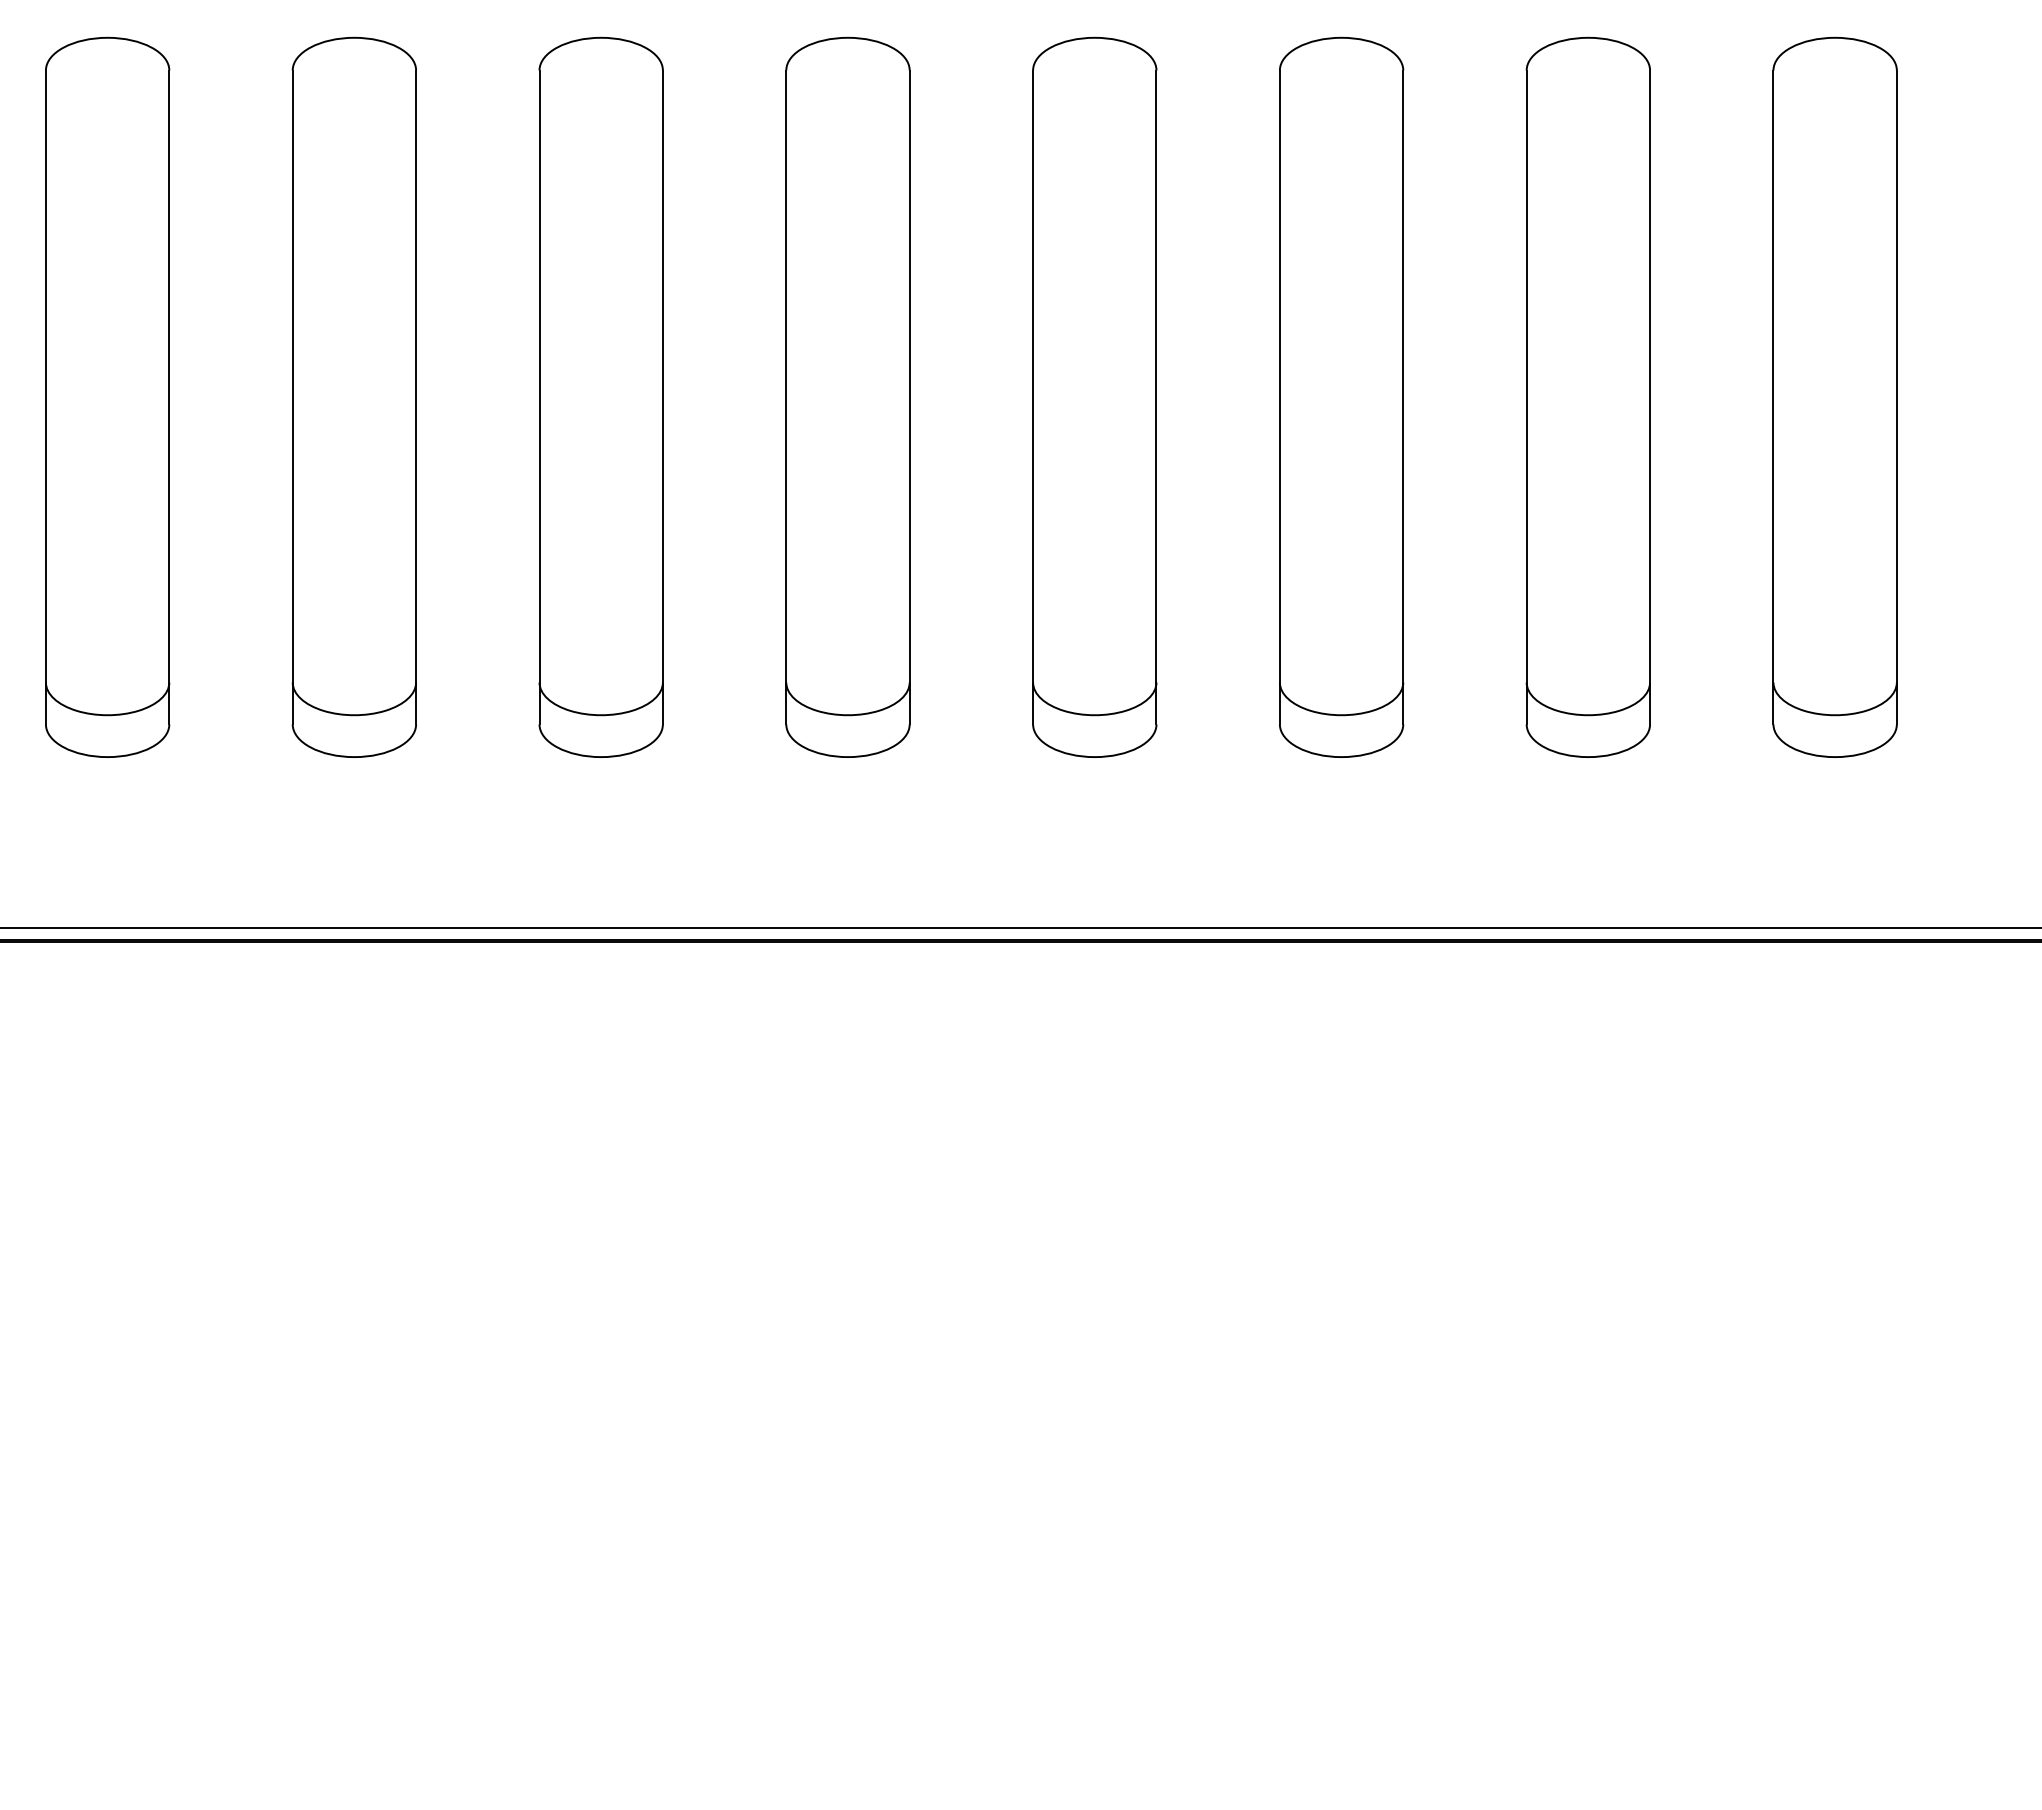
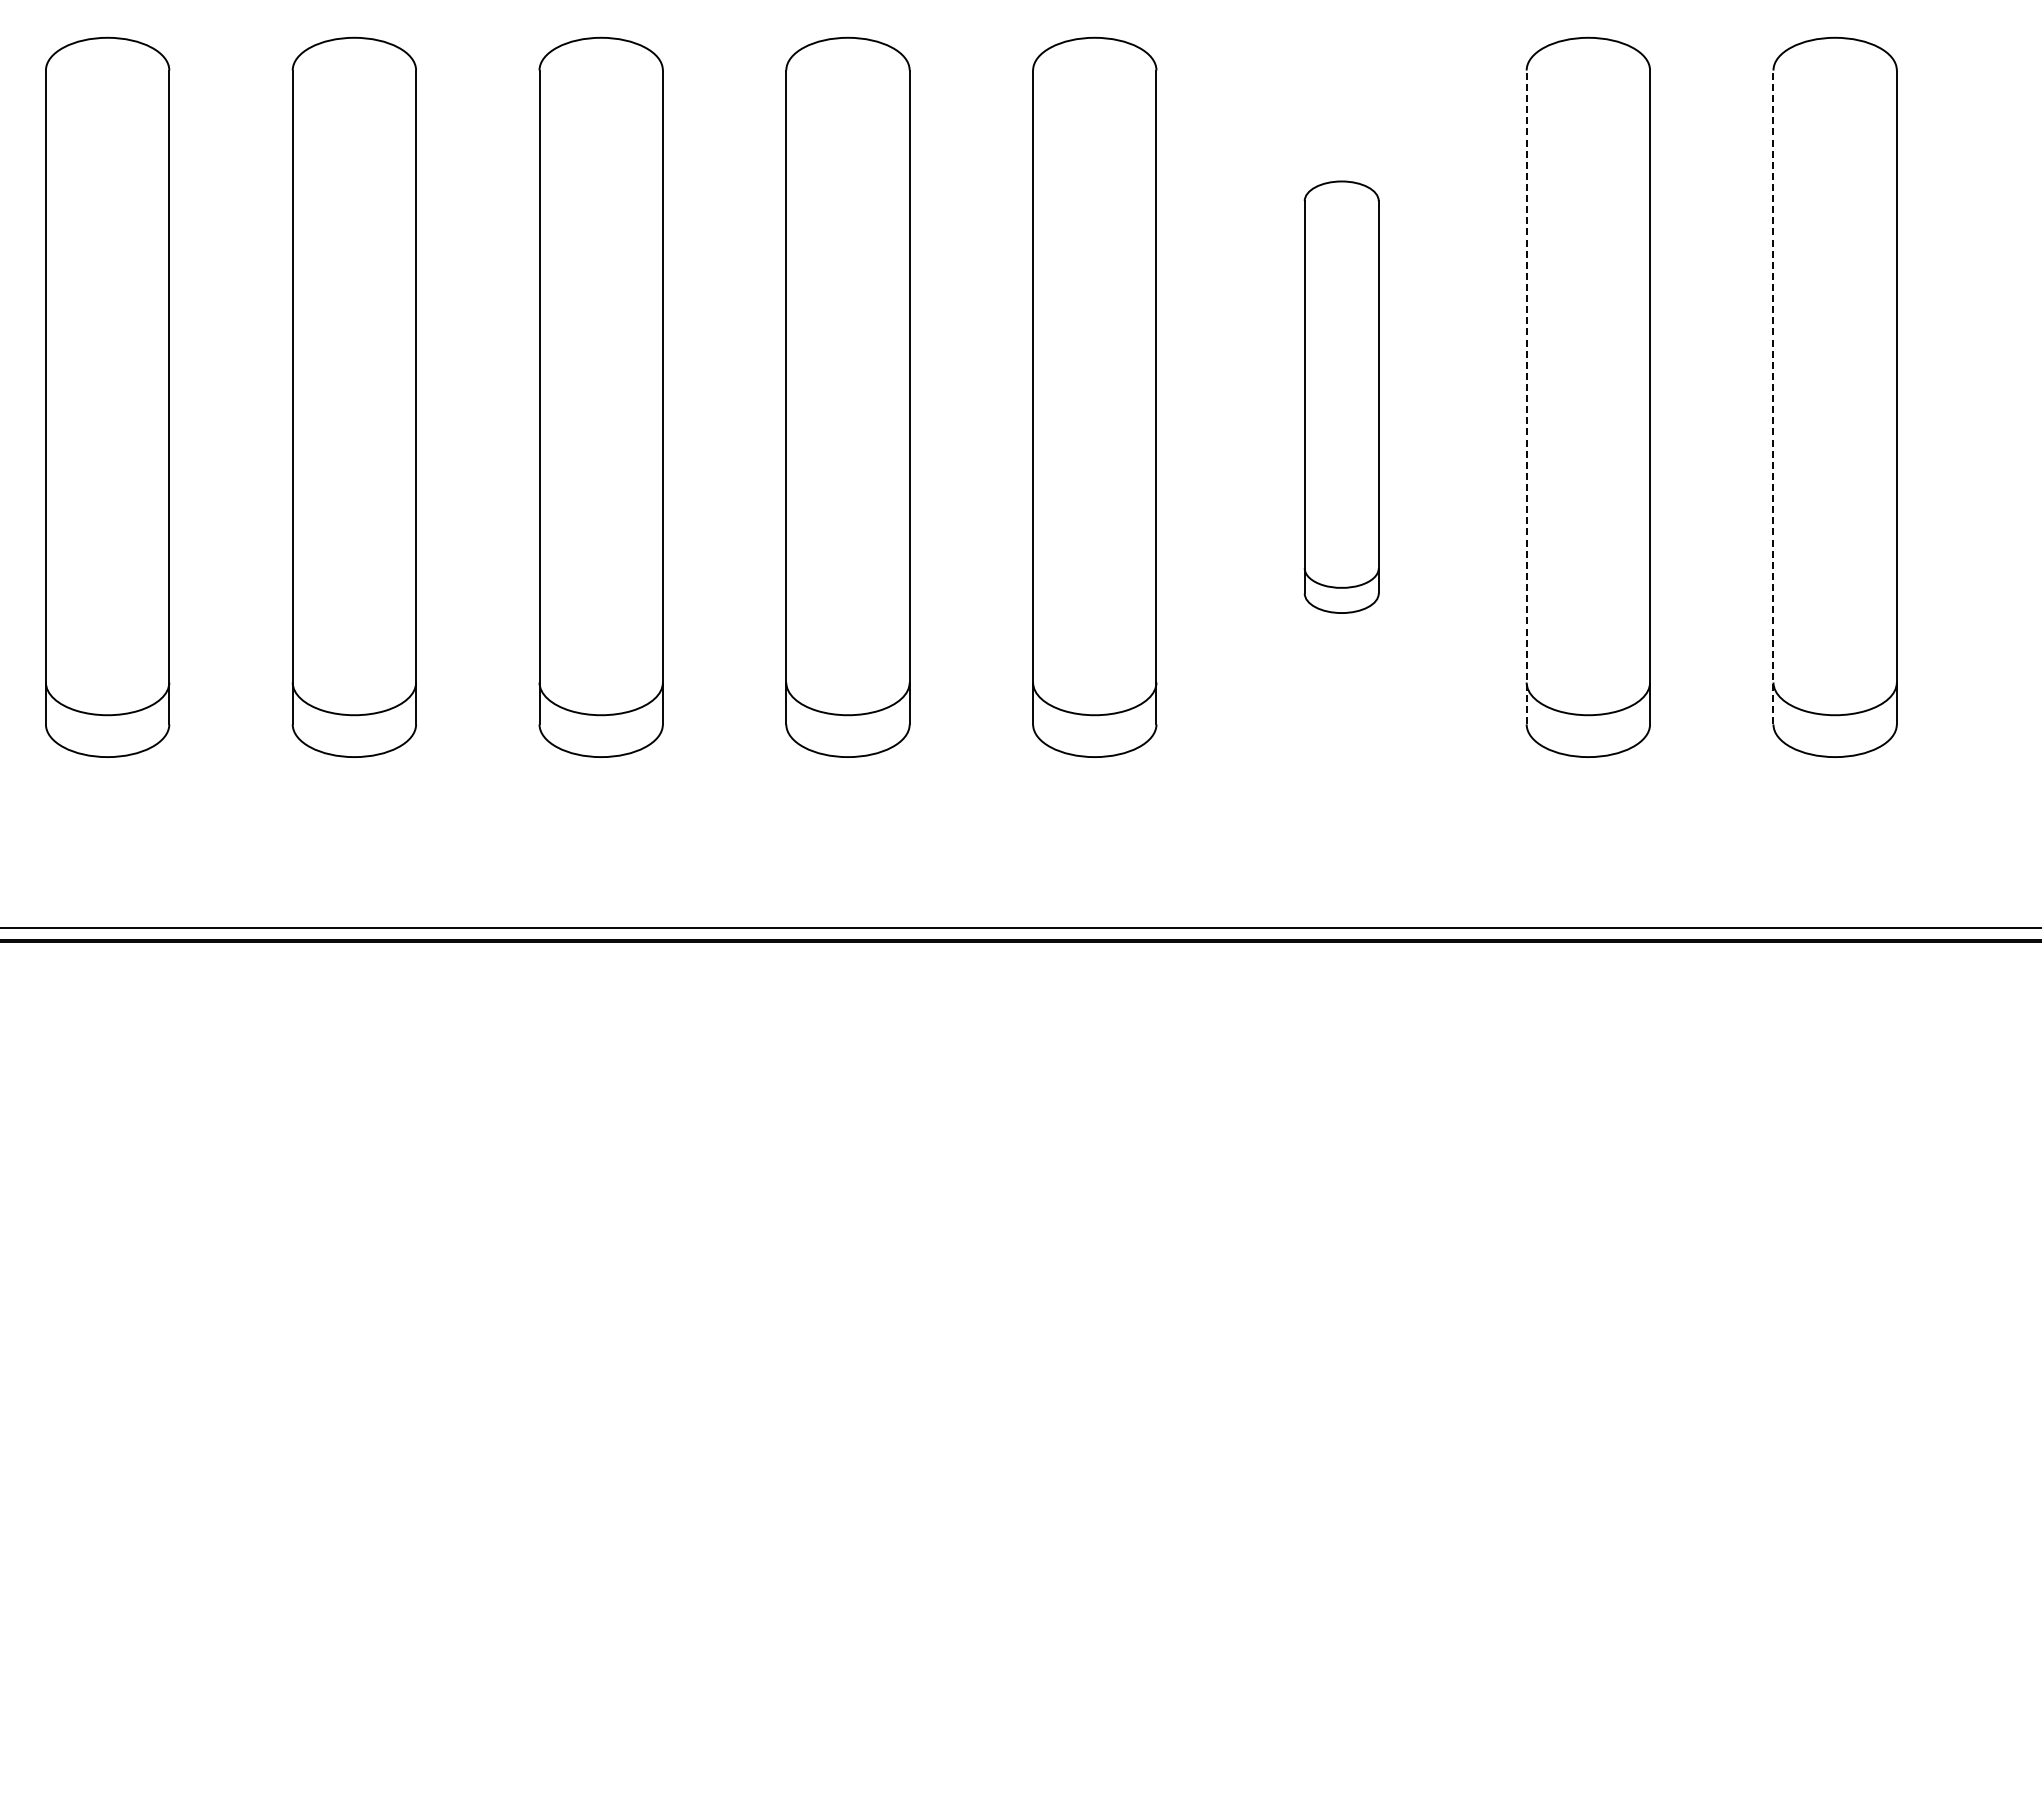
part at (1341, 396) size: 126x722 px -> 77x434 px
line at (1526, 397): solid -> dashed
line at (1773, 397): solid -> dashed
